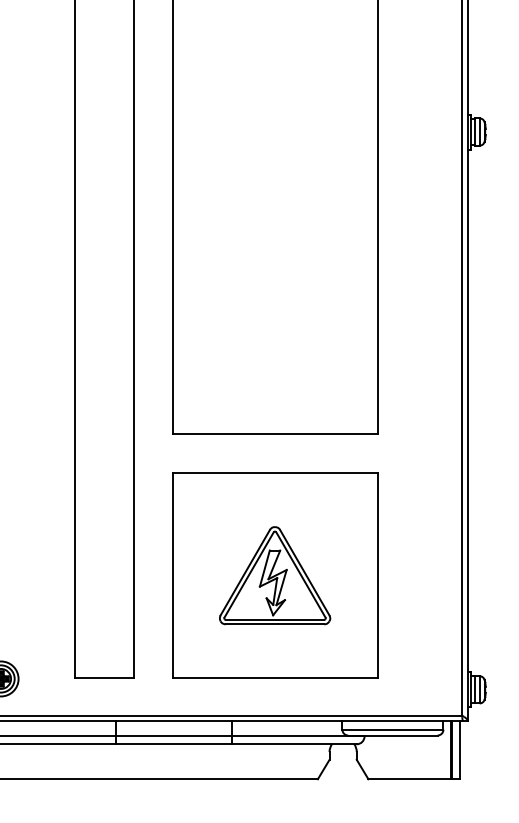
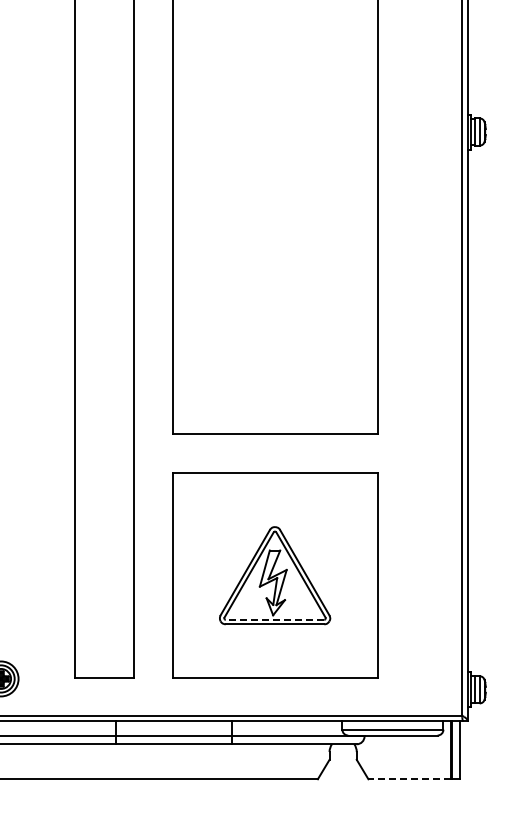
line at (274, 619): solid -> dashed
line at (409, 779): solid -> dashed
